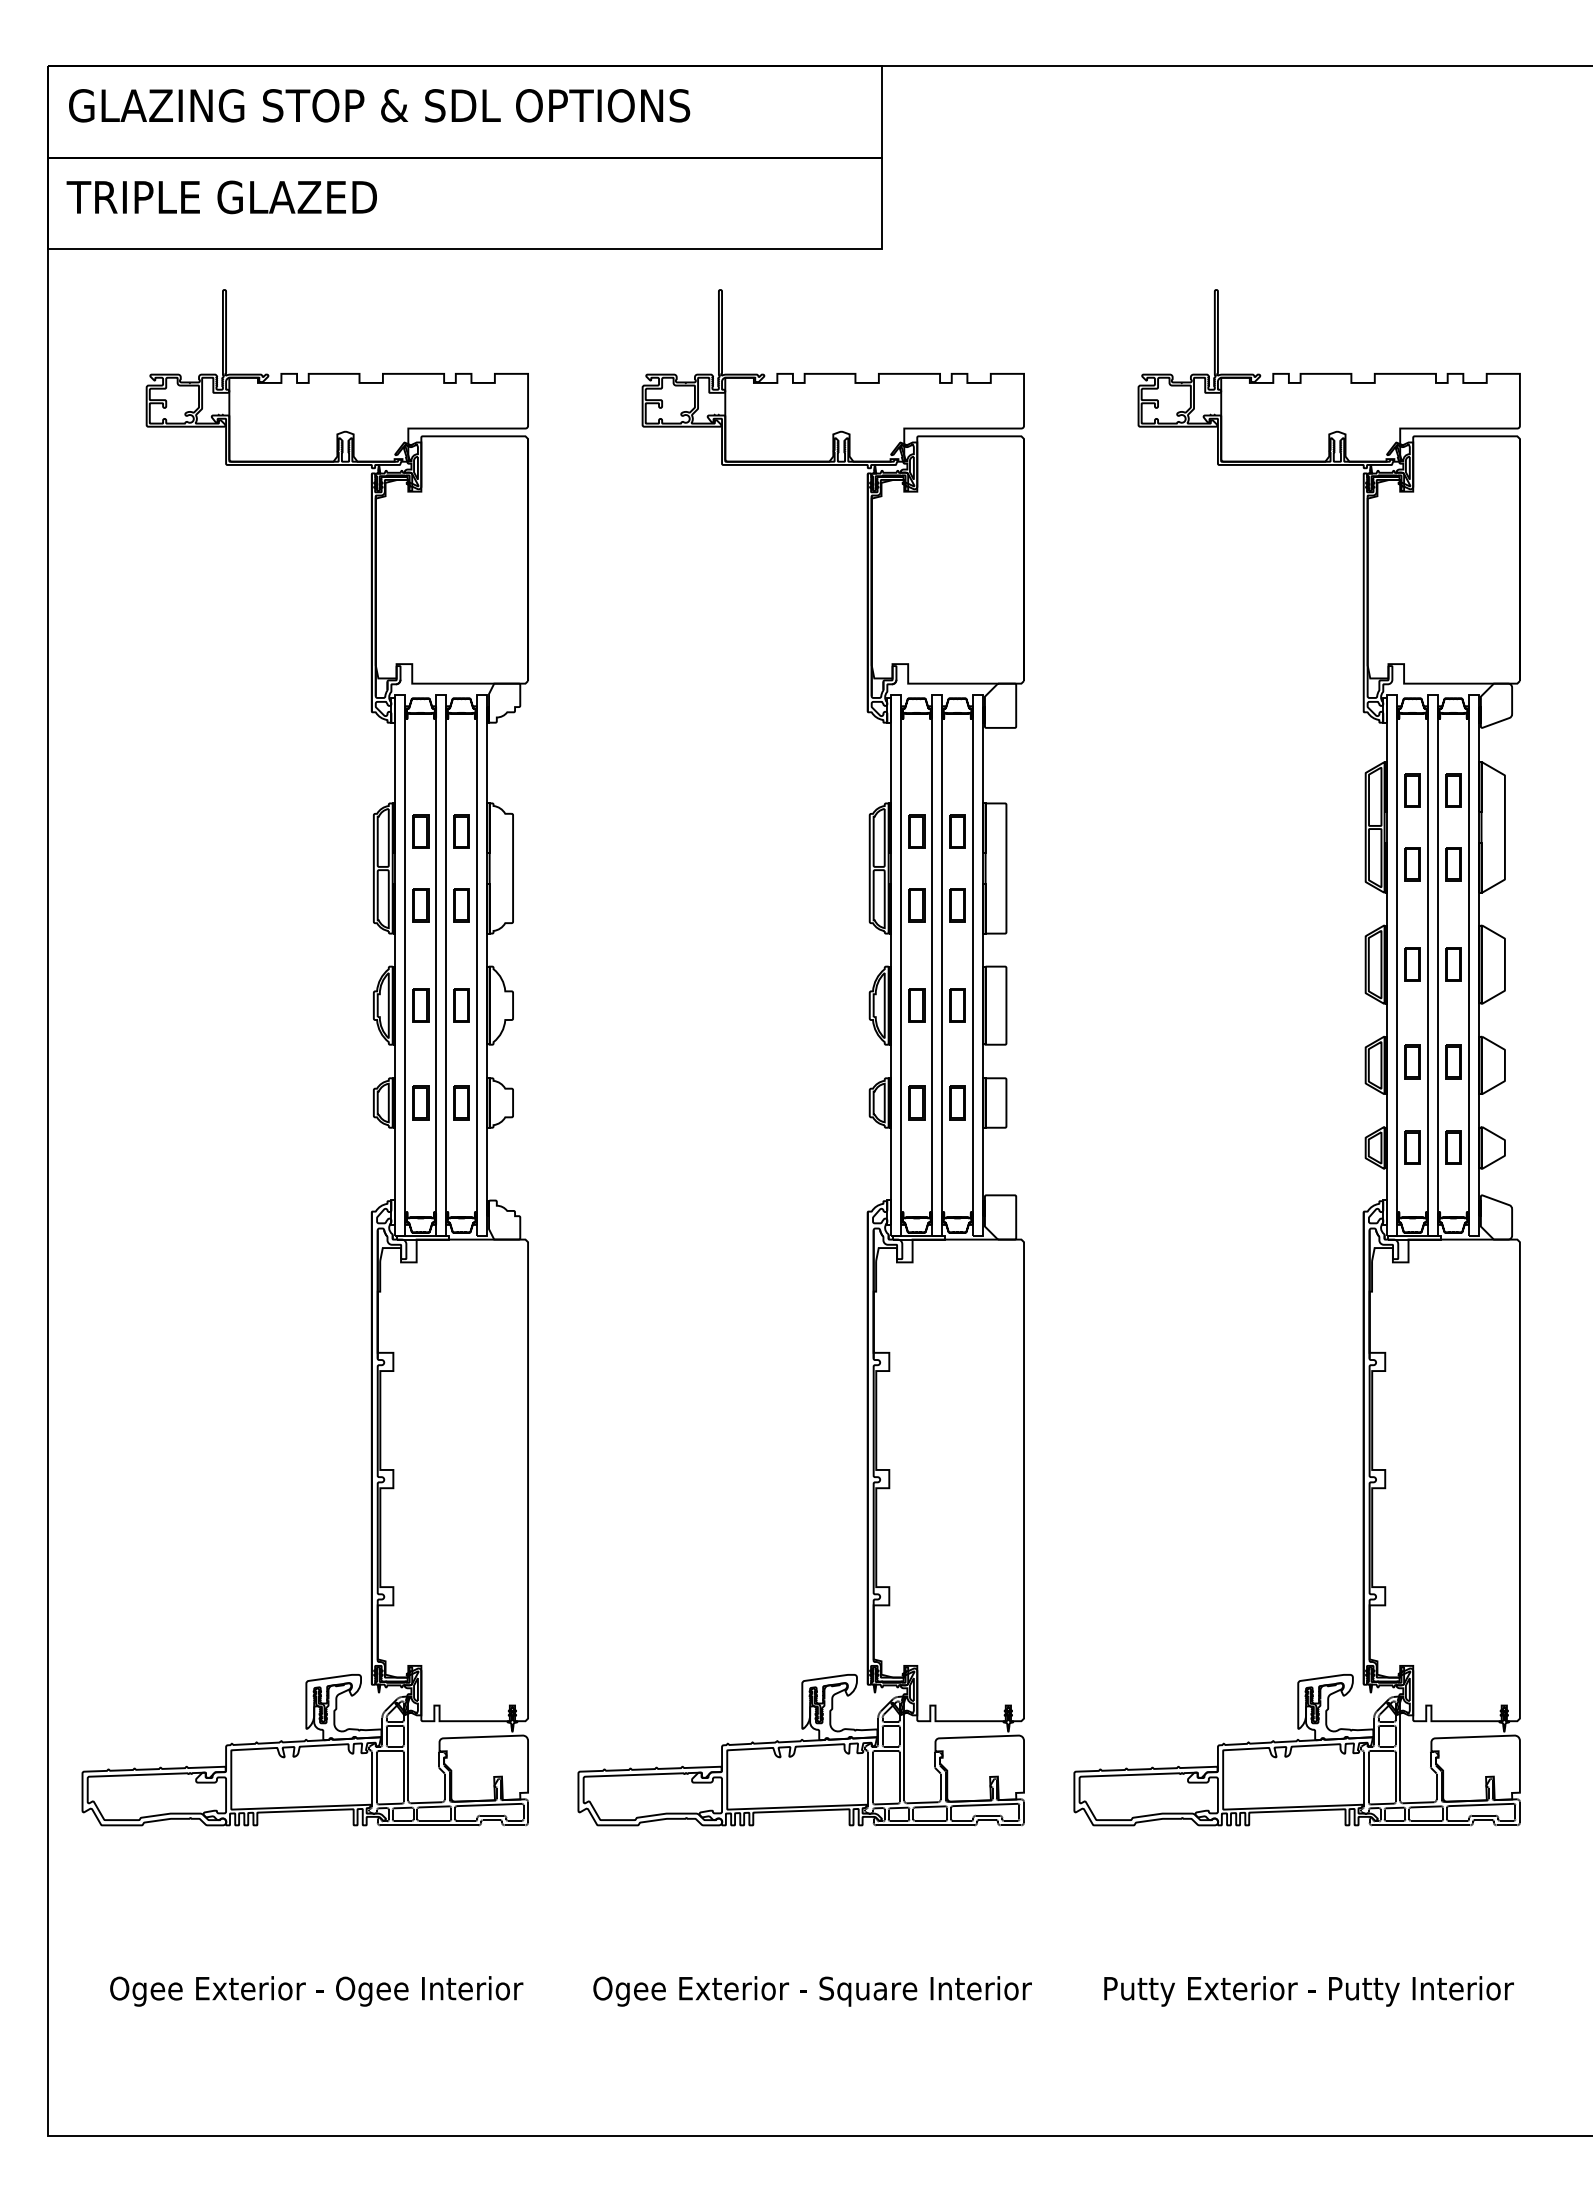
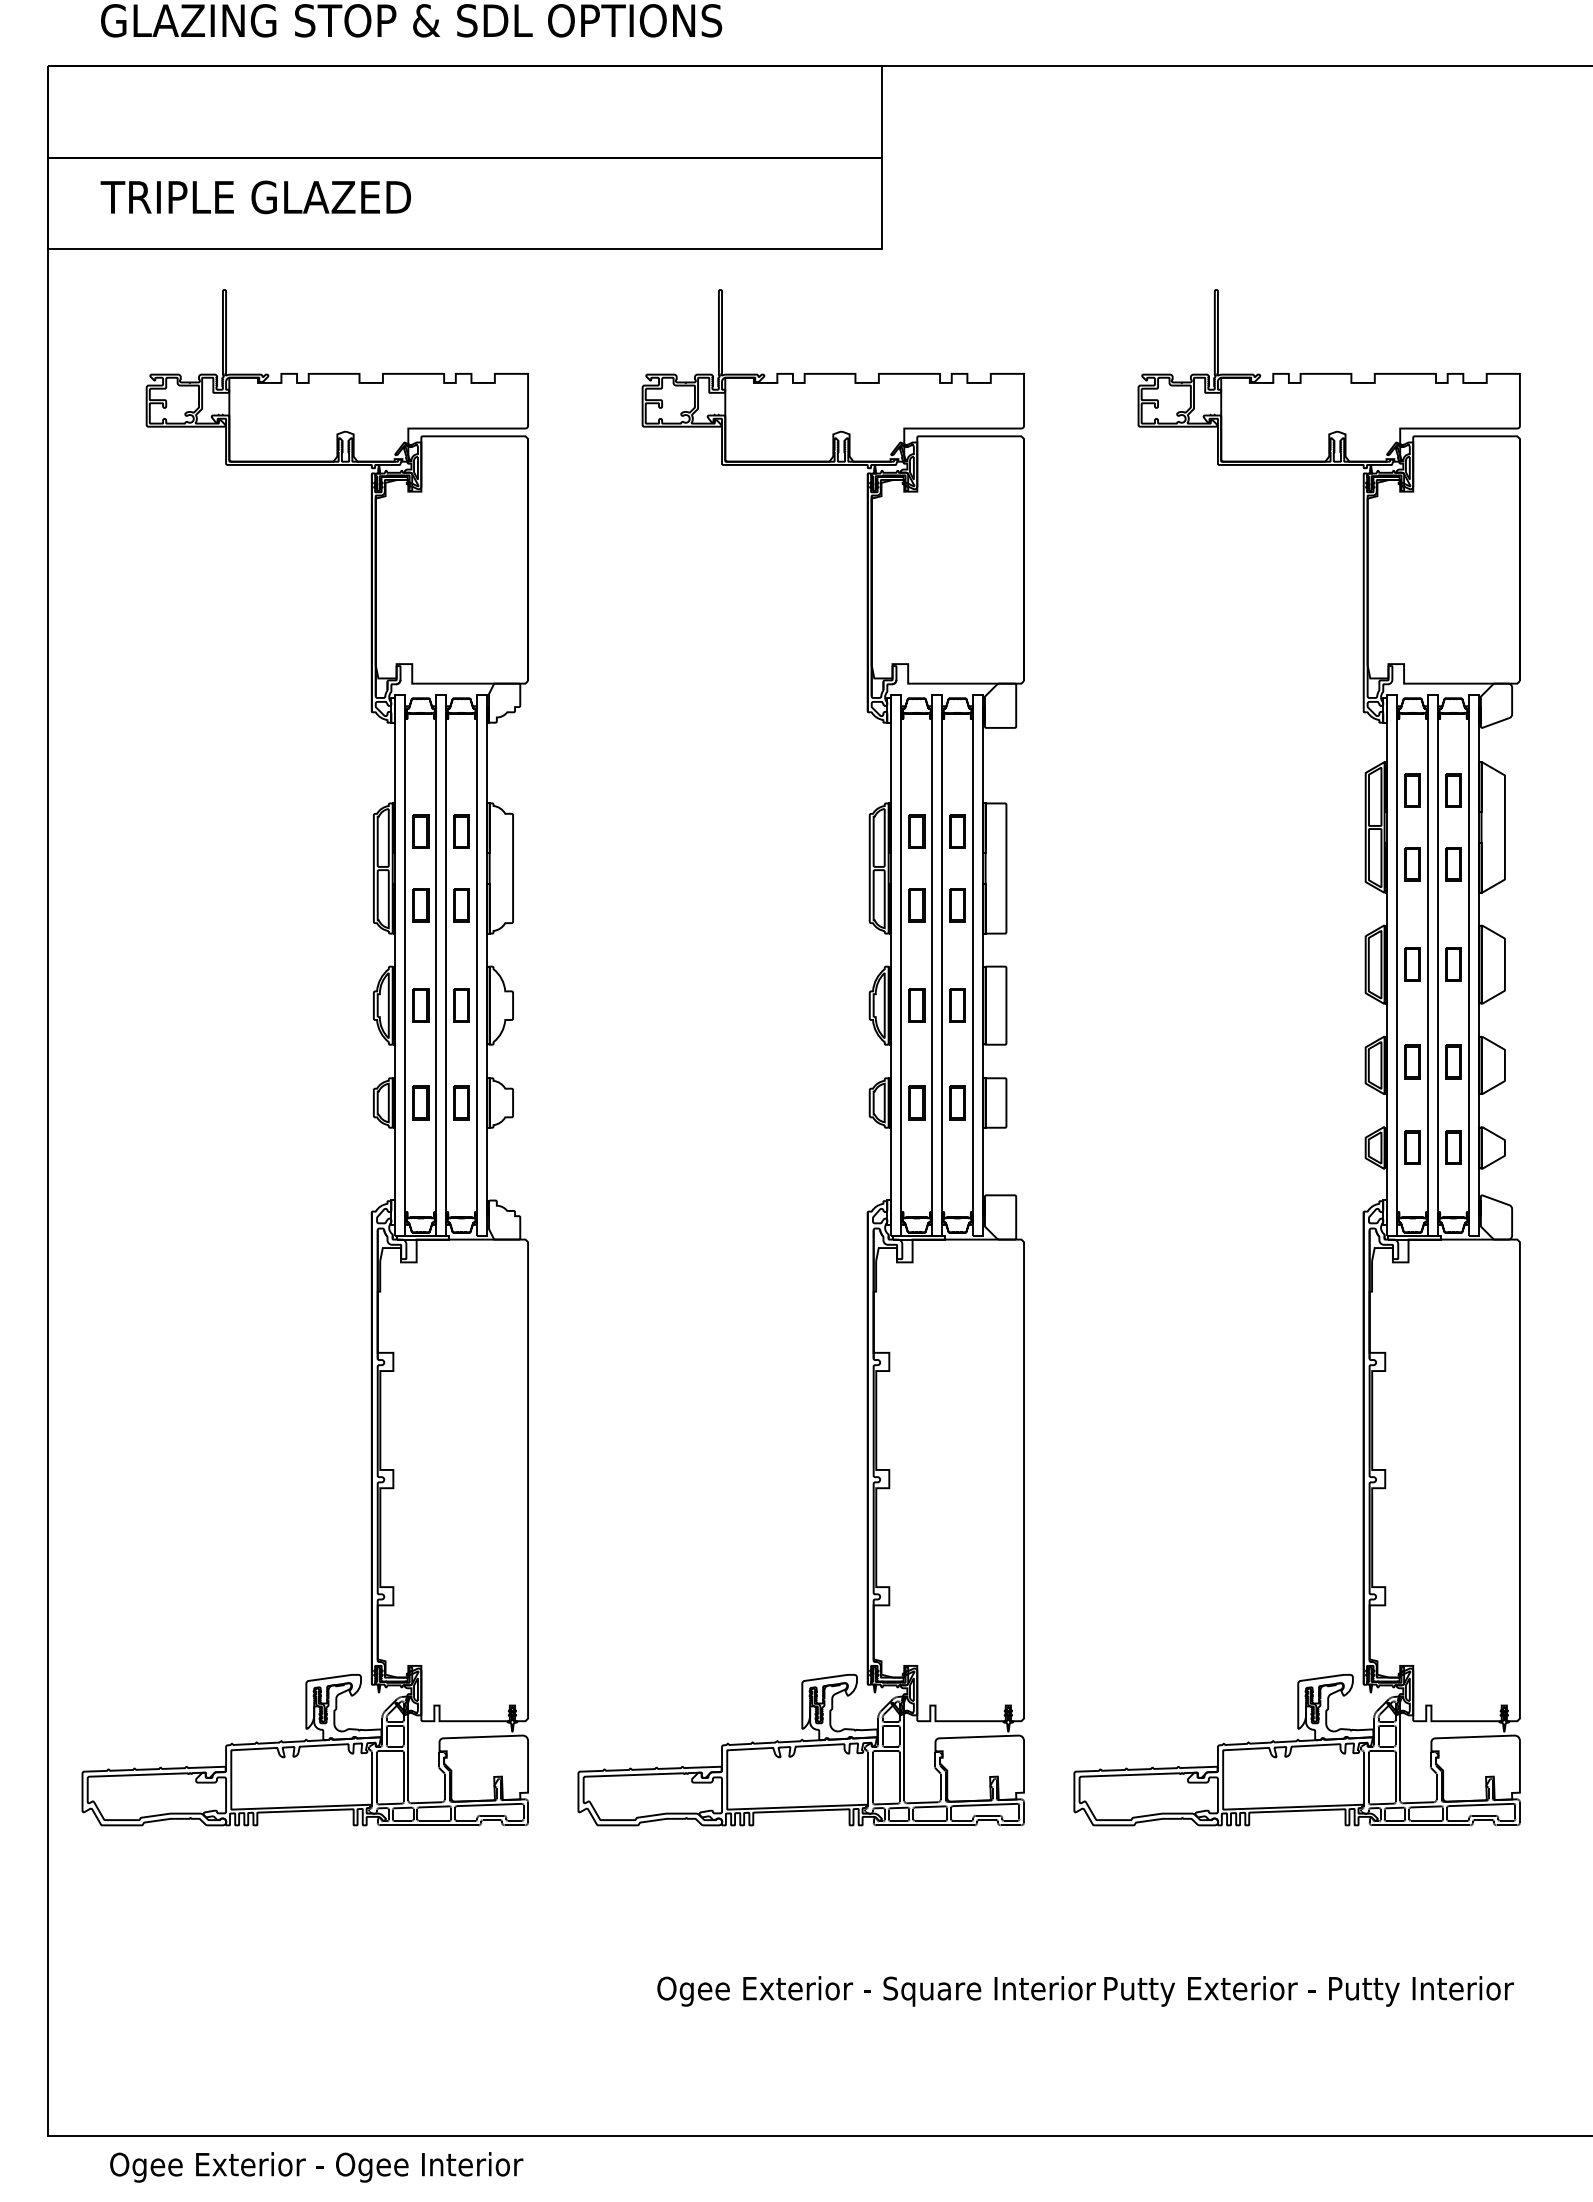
text at (379, 105) position: (379, 105) -> (411, 20)
text at (221, 197) position: (221, 197) -> (255, 197)
text at (316, 1991) position: (316, 1991) -> (316, 2167)
text at (812, 1991) position: (812, 1991) -> (876, 1991)
